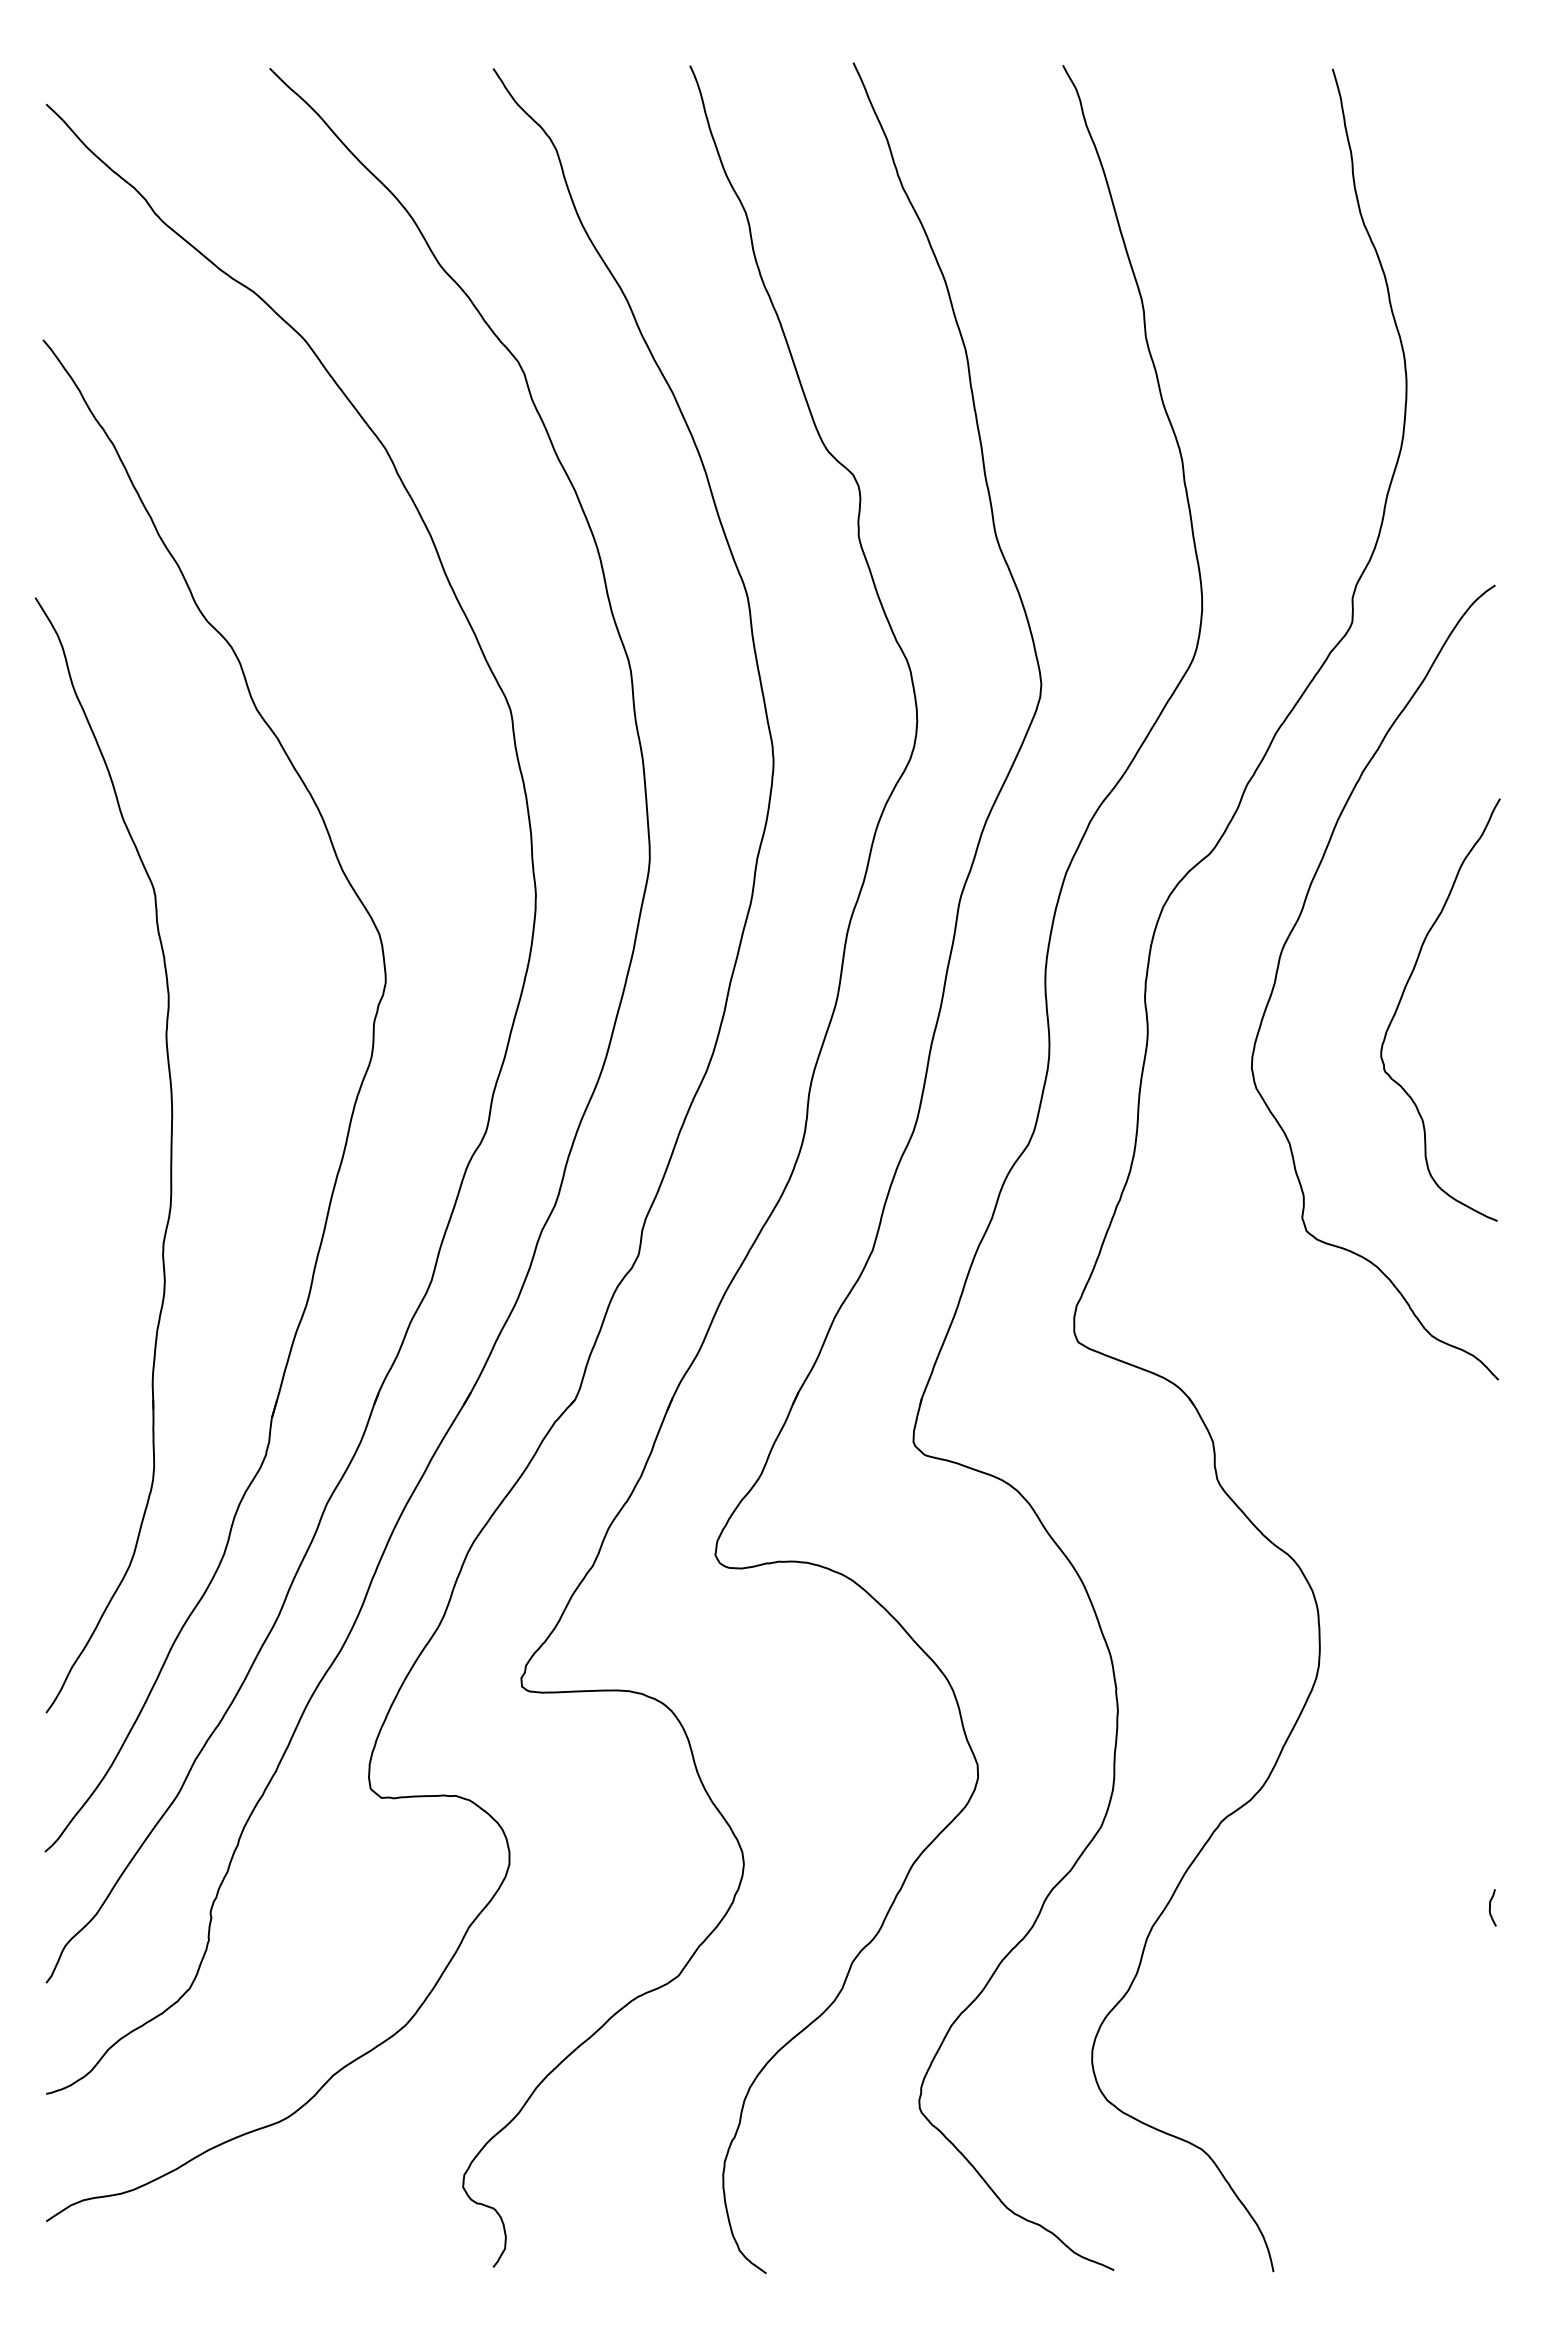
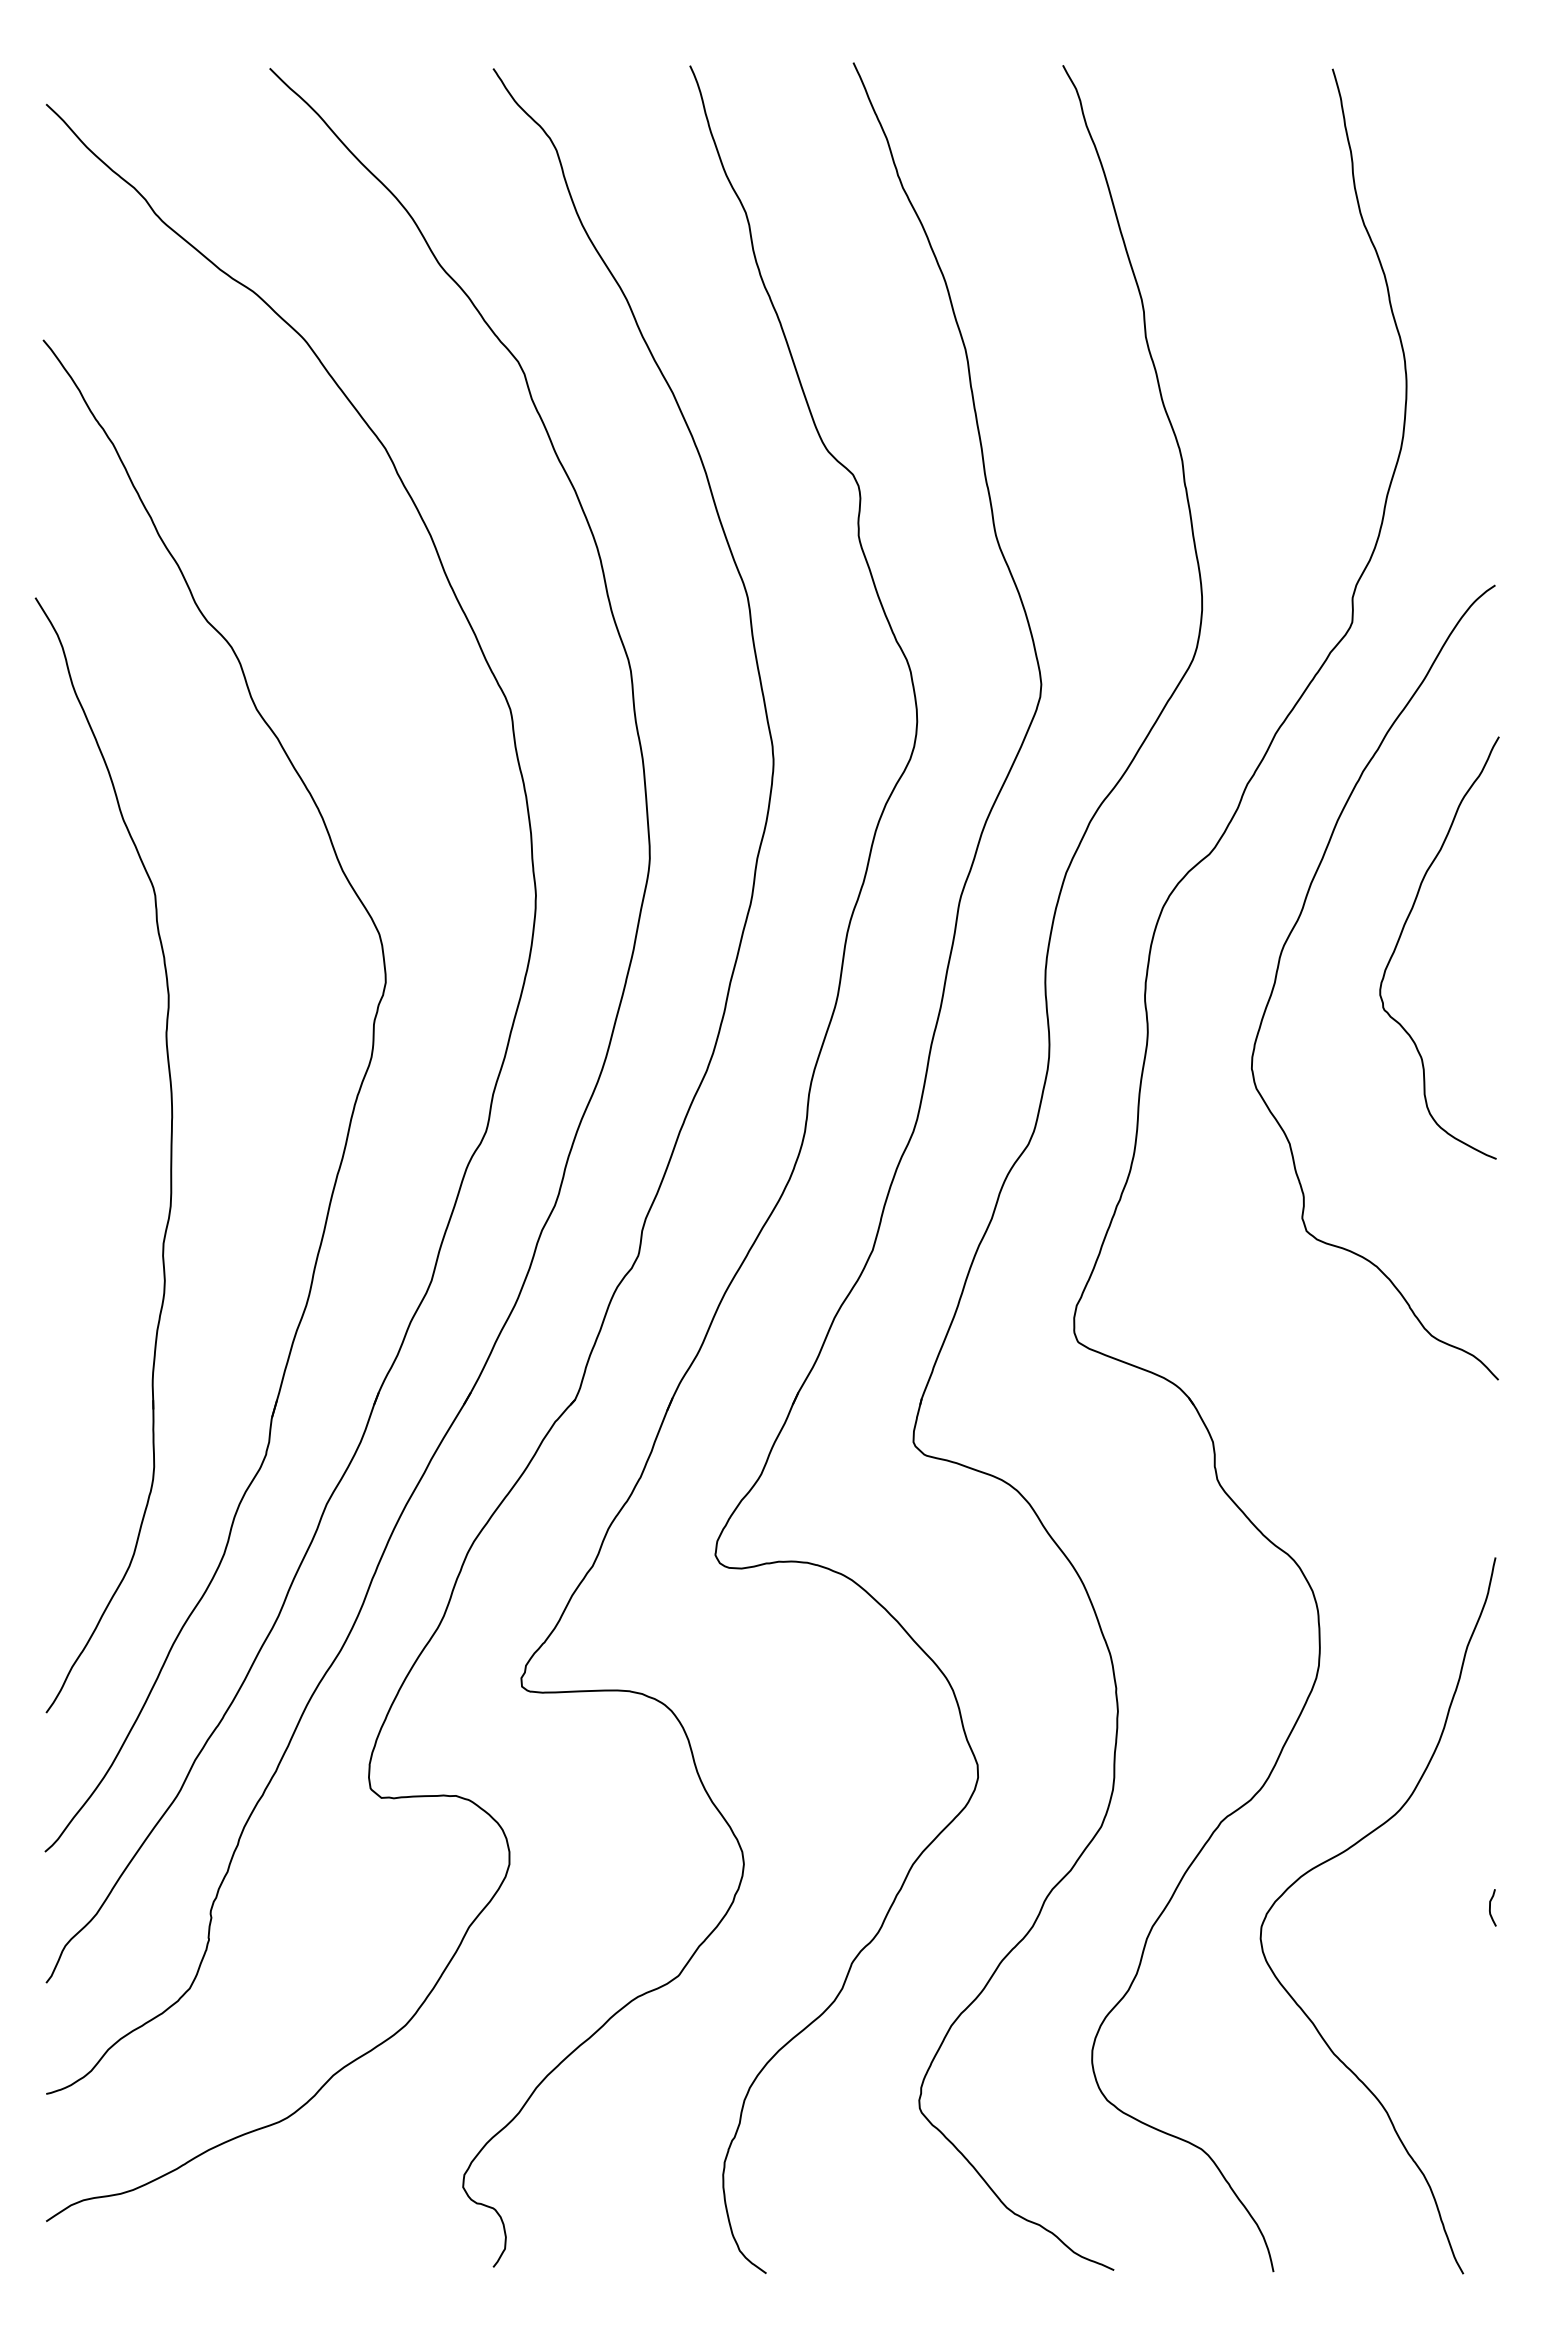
curve at (1403, 995) position: (1403, 995) -> (1402, 933)
curve at (1343, 1853): none -> present
